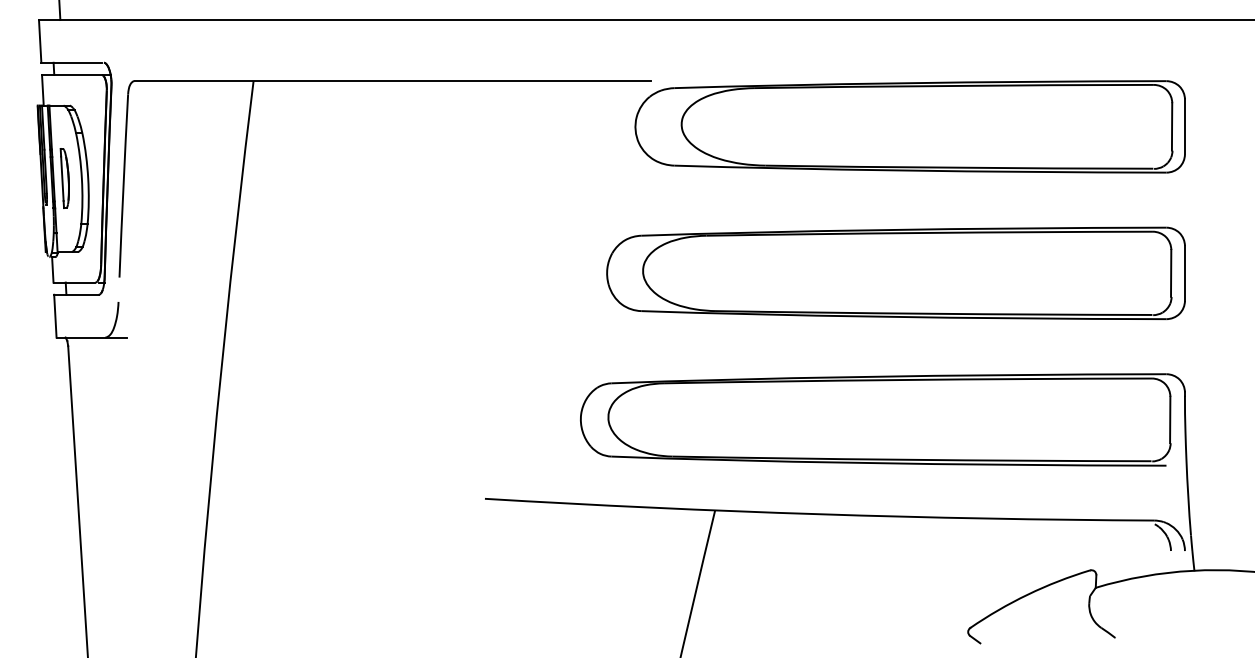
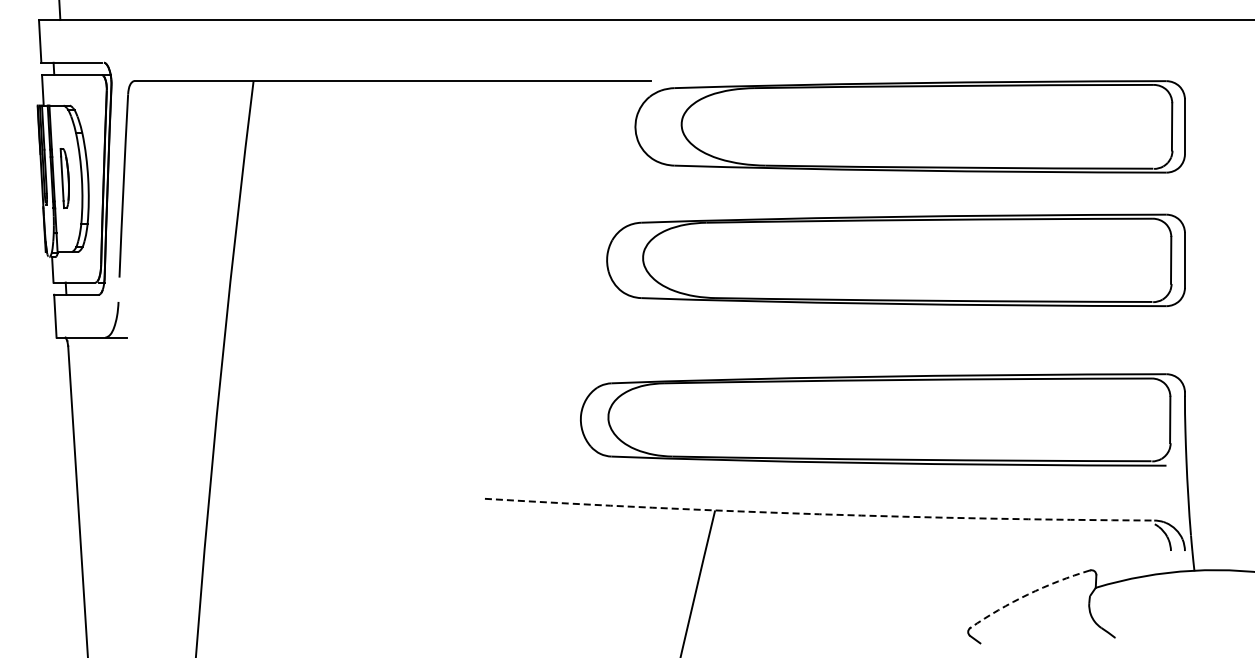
part at (895, 273) position: (895, 273) -> (895, 260)
arc at (819, 514): solid -> dashed
arc at (1027, 594): solid -> dashed
